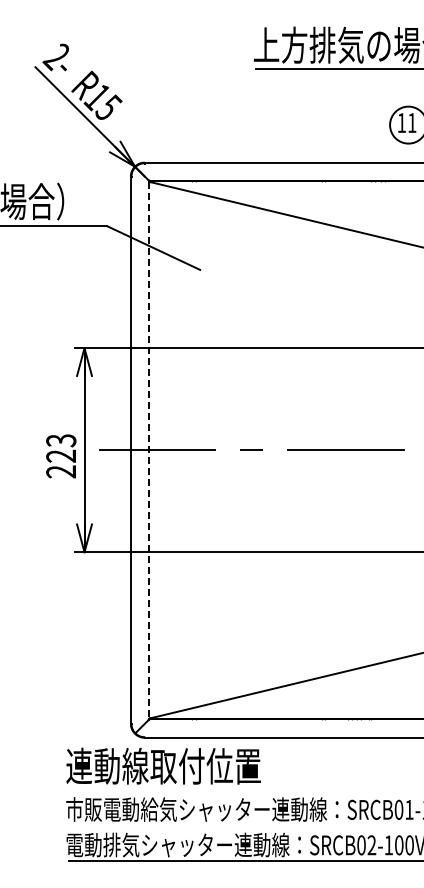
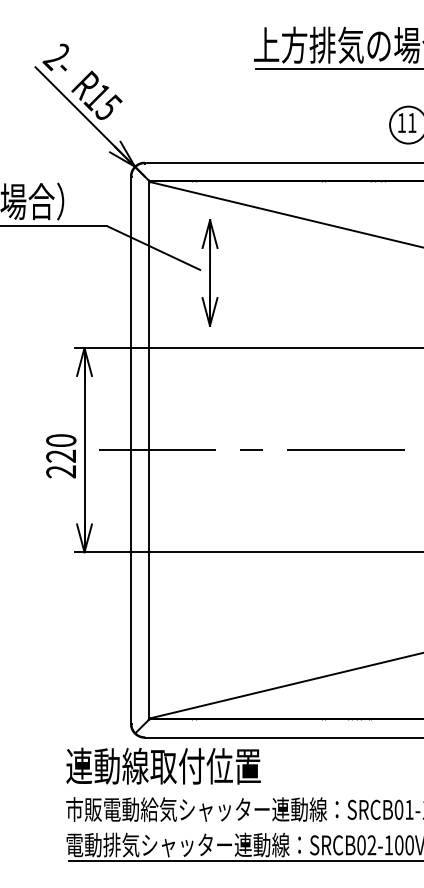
part at (209, 272): none -> present
text at (61, 440): 223 -> 220
line at (149, 450): dashed -> solid
